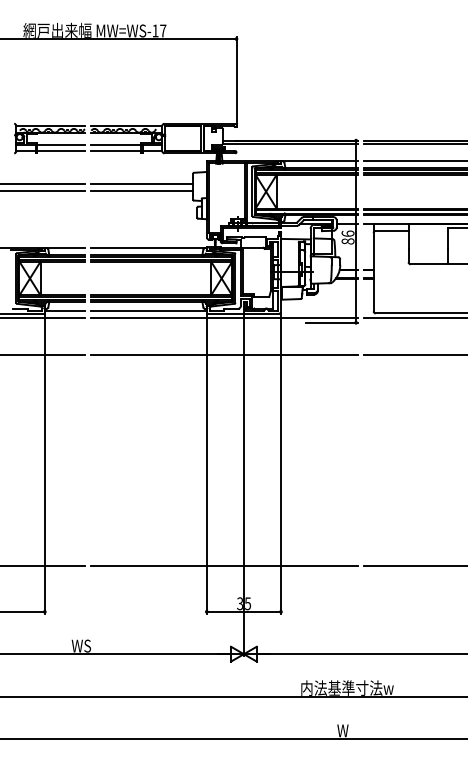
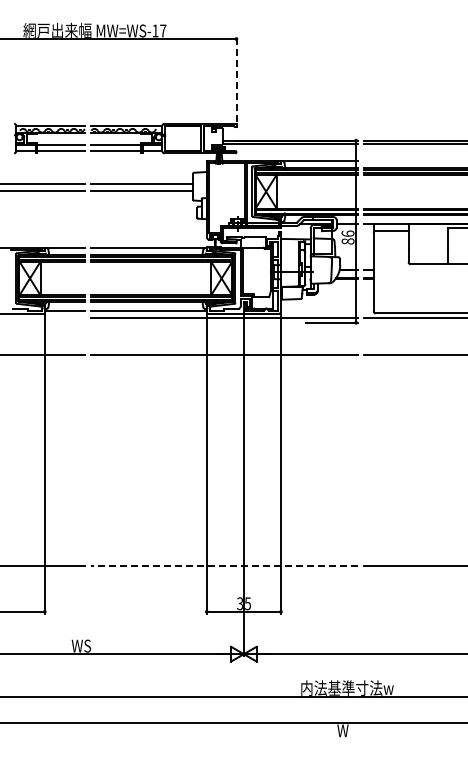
line at (236, 79): solid -> dashed
line at (413, 161): present -> none
line at (43, 317): present -> none
line at (224, 566): solid -> dashed
line at (233, 738) position: (233, 738) -> (233, 722)
